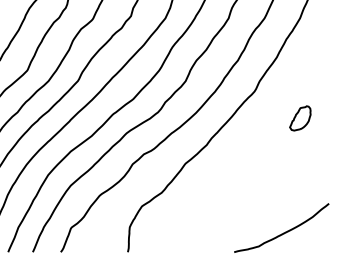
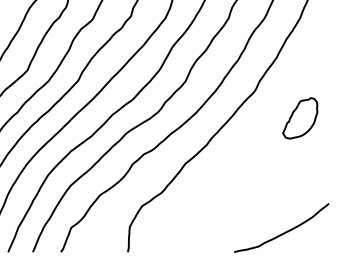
part at (300, 118) size: 23x27 px -> 37x43 px
